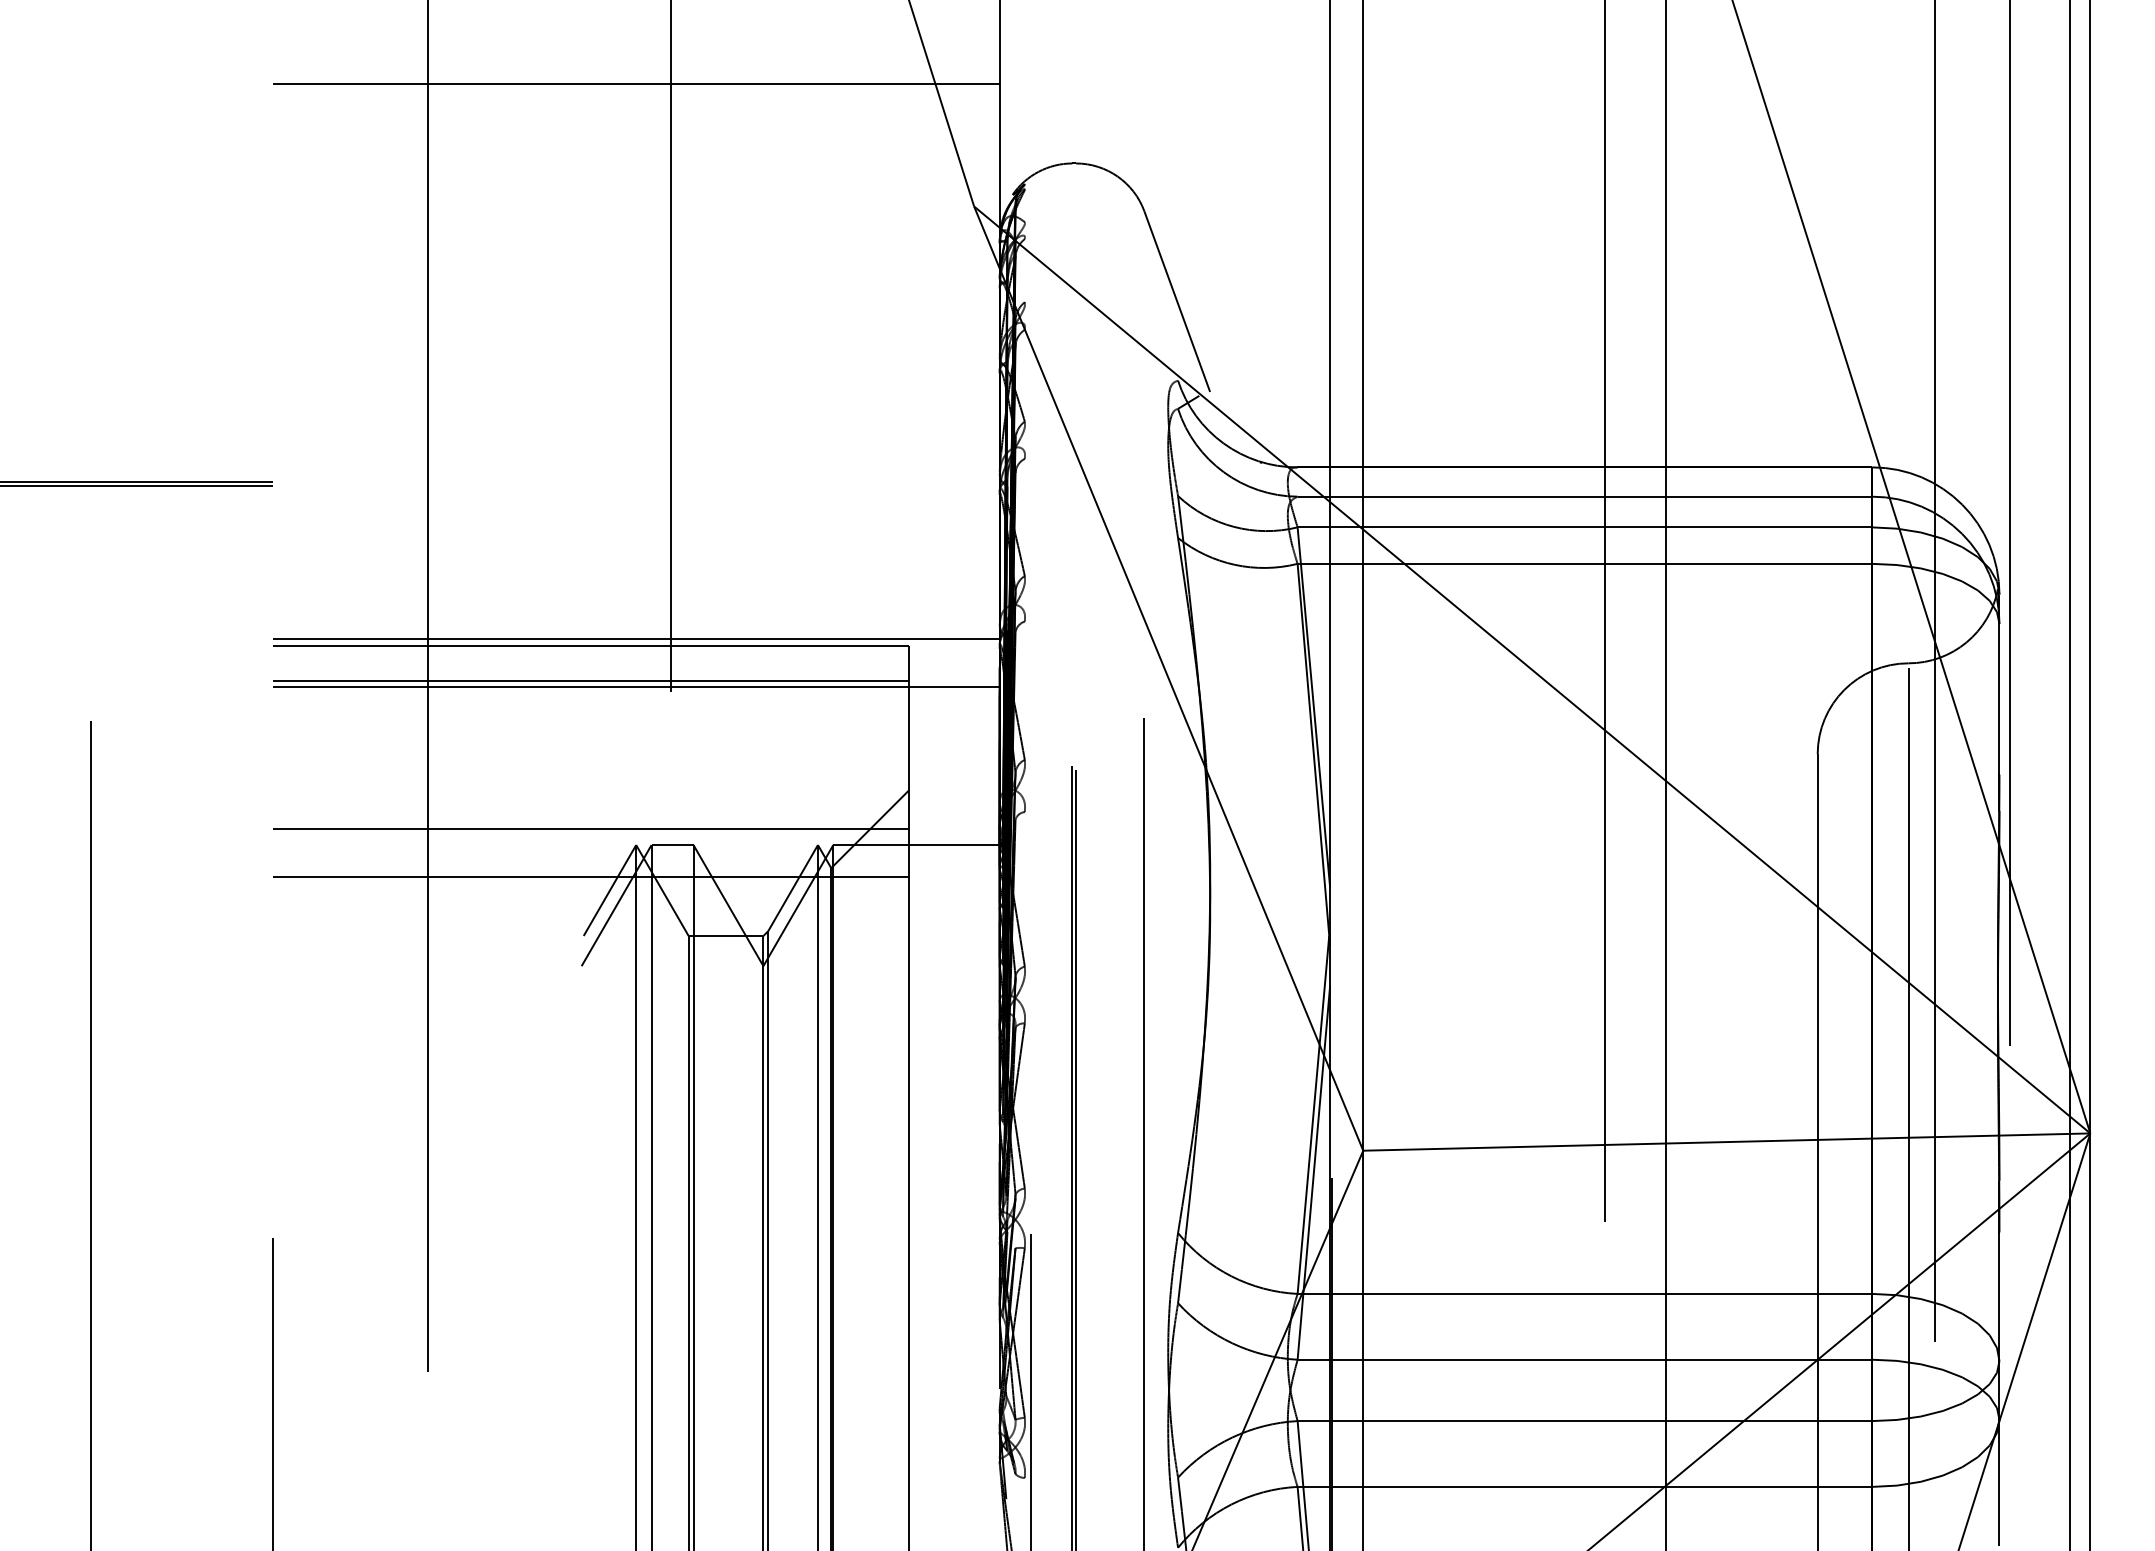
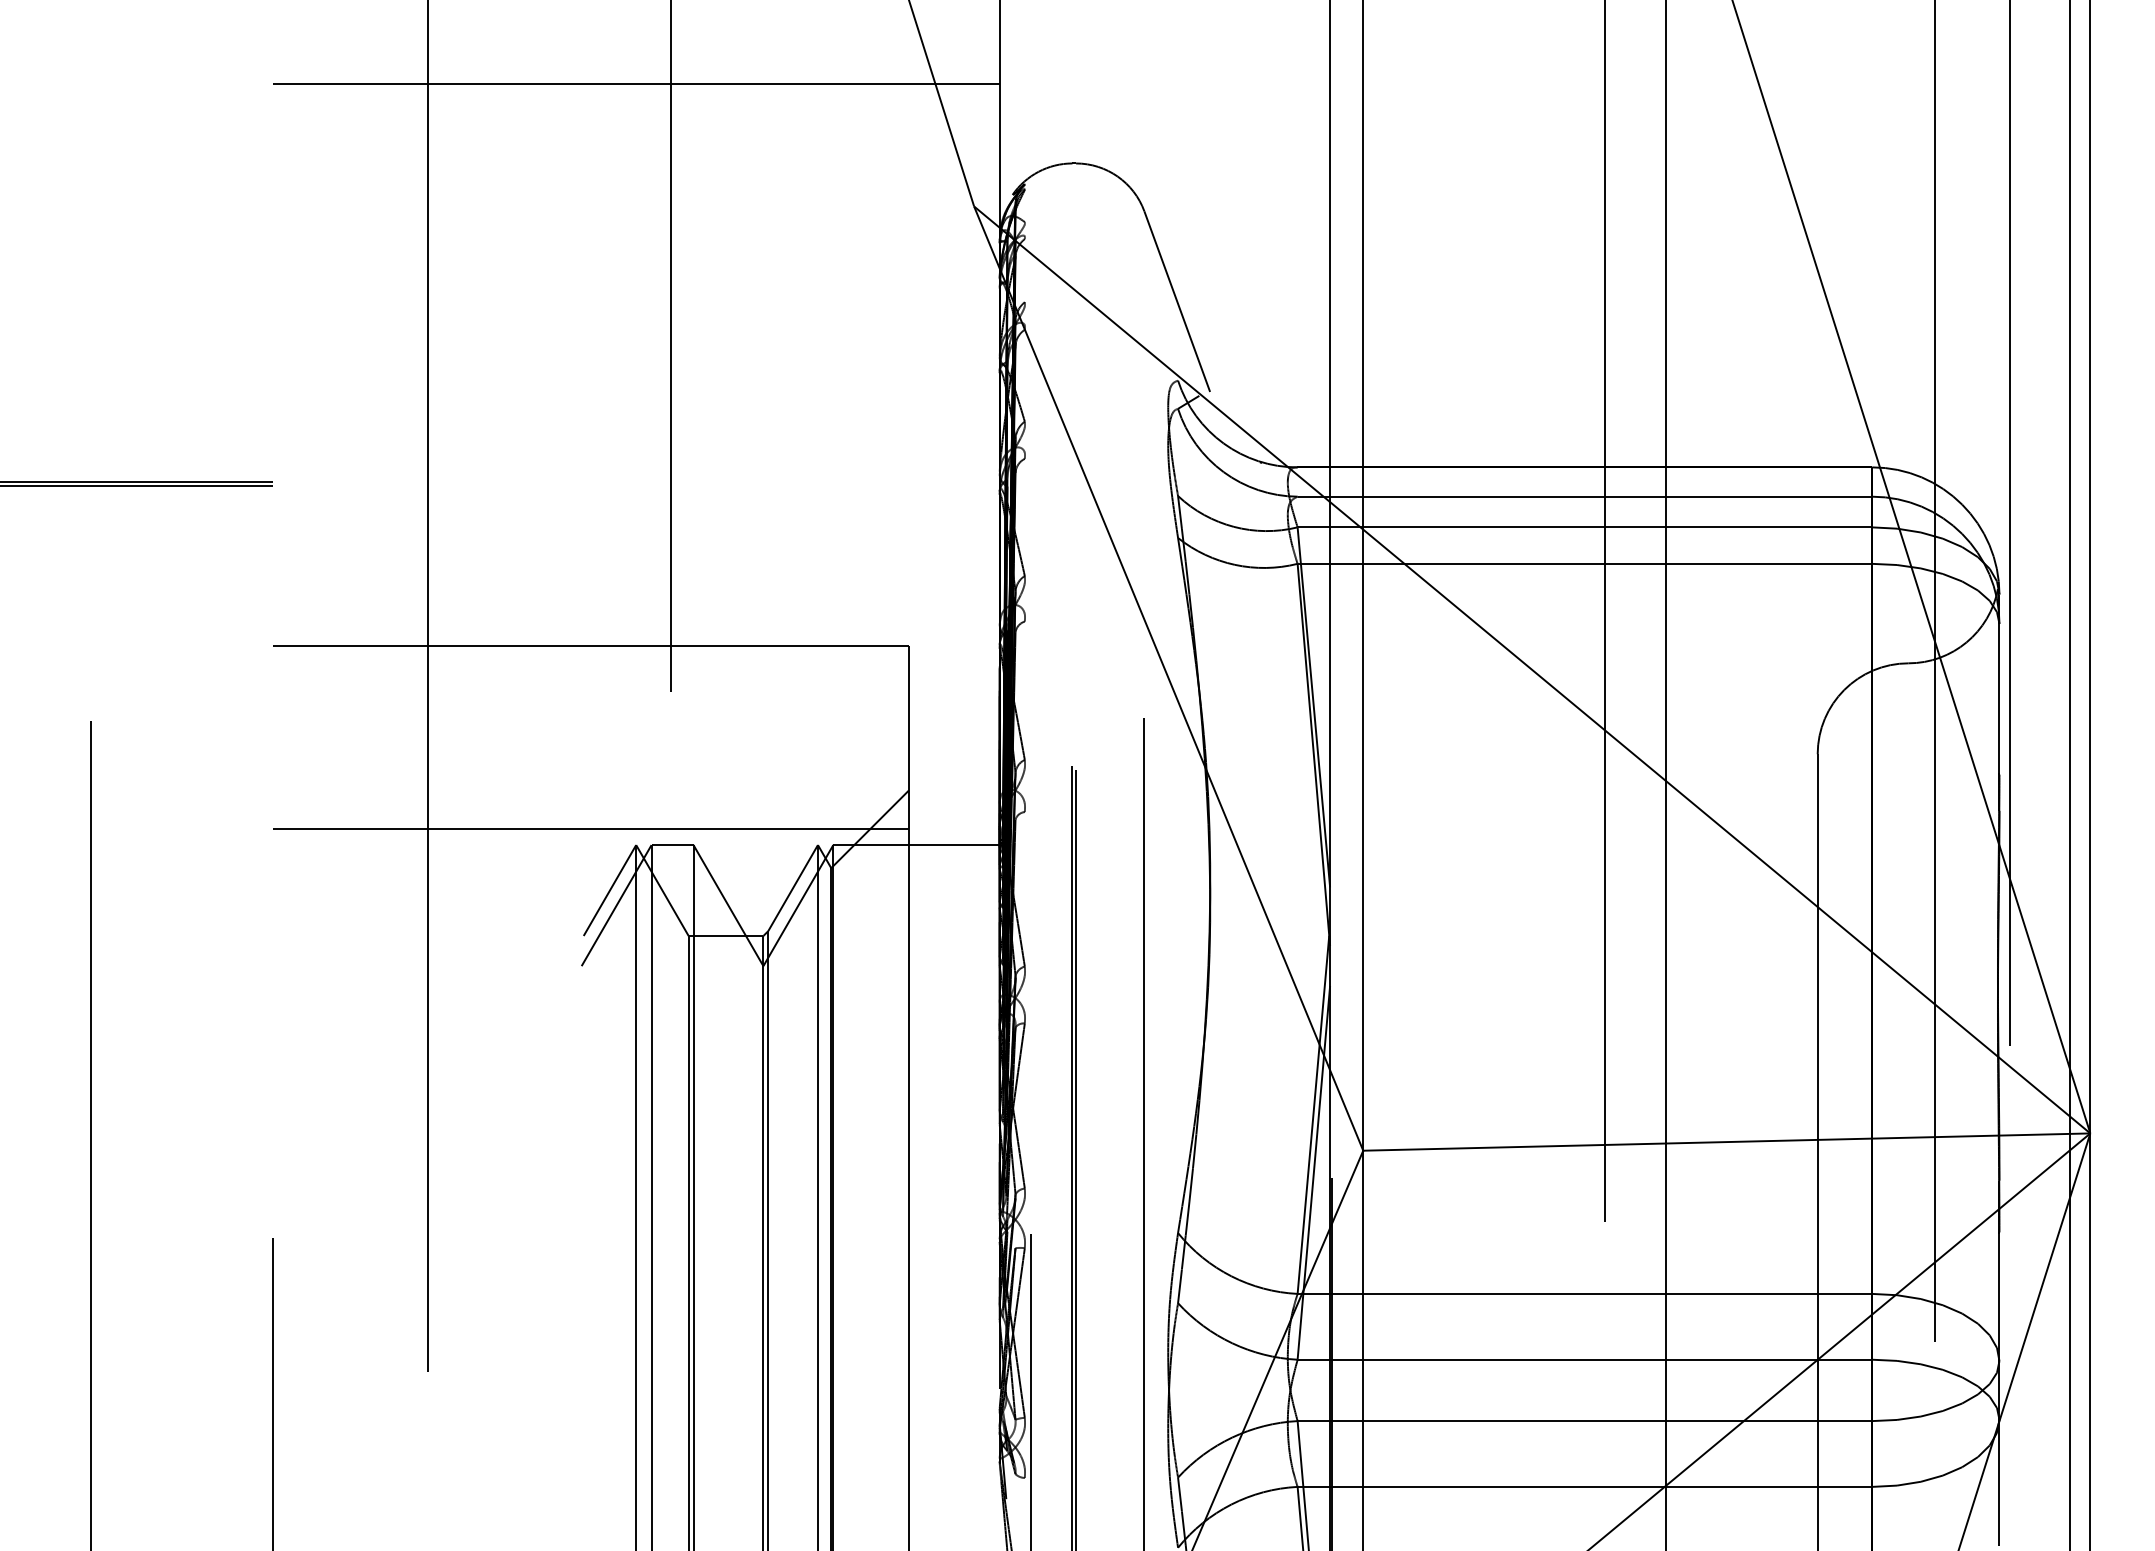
line at (635, 639): present -> none
line at (590, 681): present -> none
line at (635, 687): present -> none
line at (590, 876): present -> none
line at (1908, 1107): present -> none
